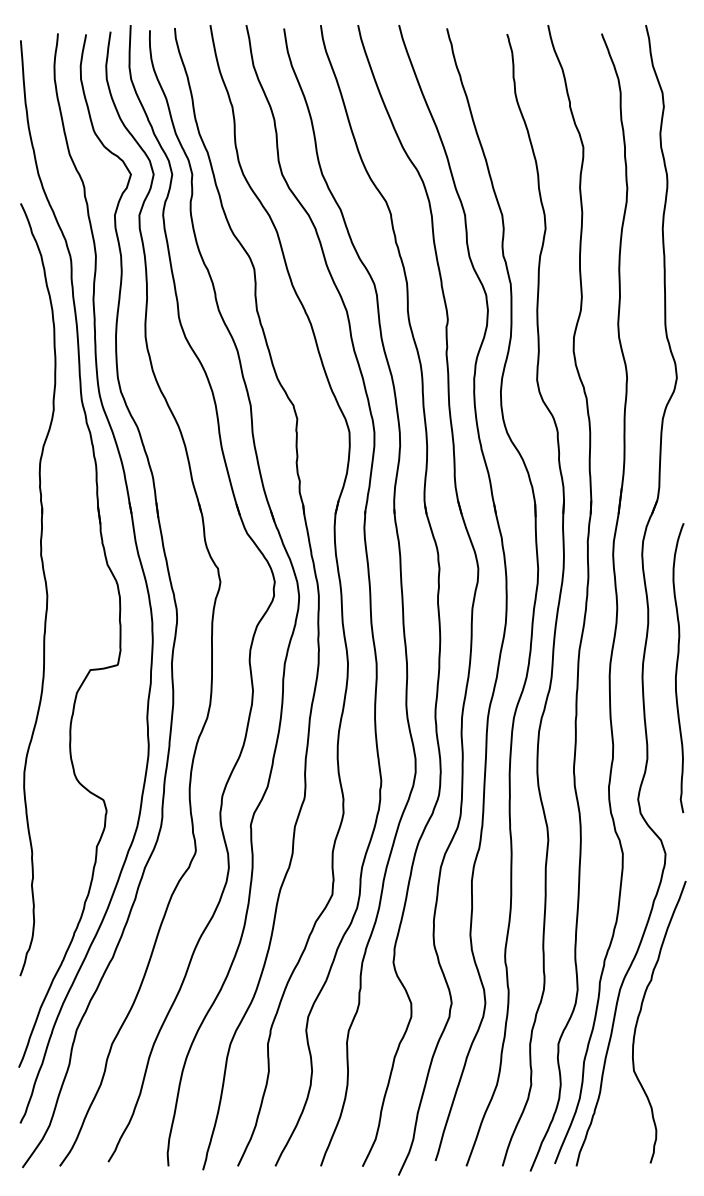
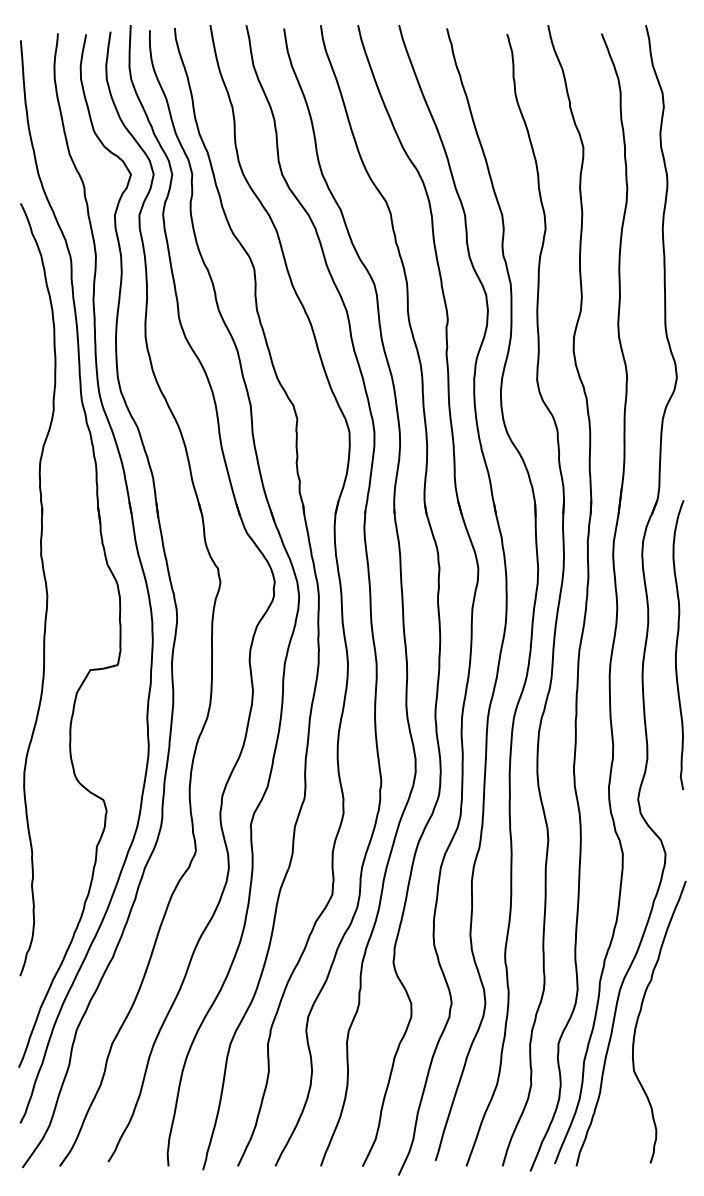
curve at (677, 668) position: (677, 668) -> (677, 645)
